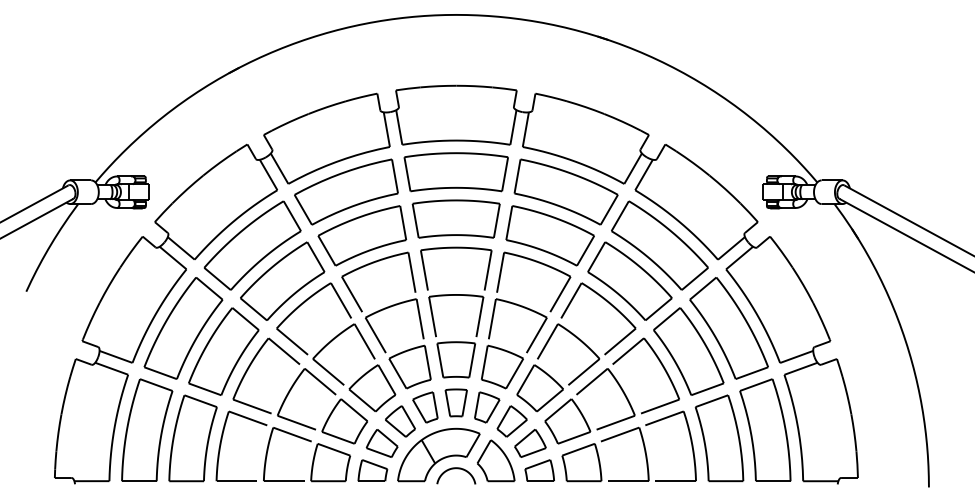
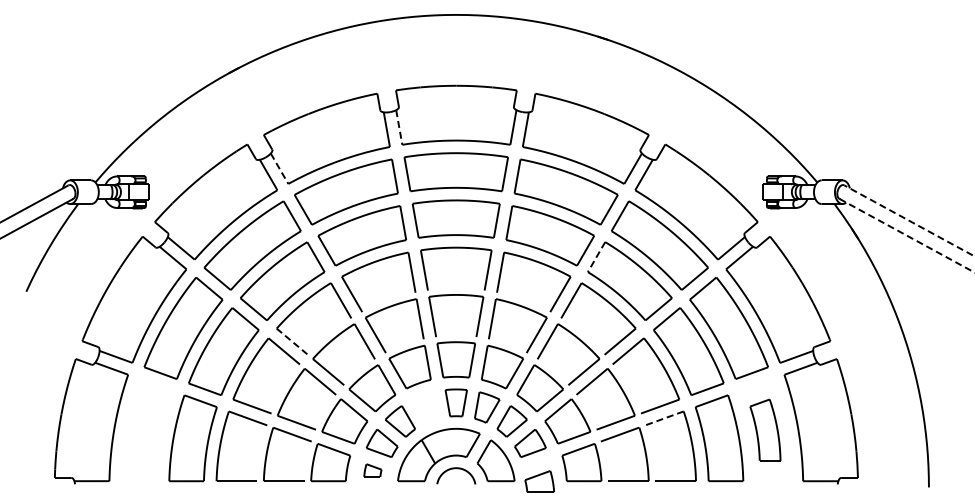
line at (399, 127): solid -> dashed
line at (279, 168): solid -> dashed
line at (909, 220): solid -> dashed
line at (907, 235): solid -> dashed
line at (596, 257): solid -> dashed
line at (292, 342): solid -> dashed
part at (425, 407): present -> none
line at (664, 418): solid -> dashed
part at (147, 429): present -> none
part at (765, 429) size: 53x104 px -> 33x64 px
part at (372, 470) size: 32x23 px -> 20x15 px
part at (539, 470) position: (539, 470) -> (539, 481)
